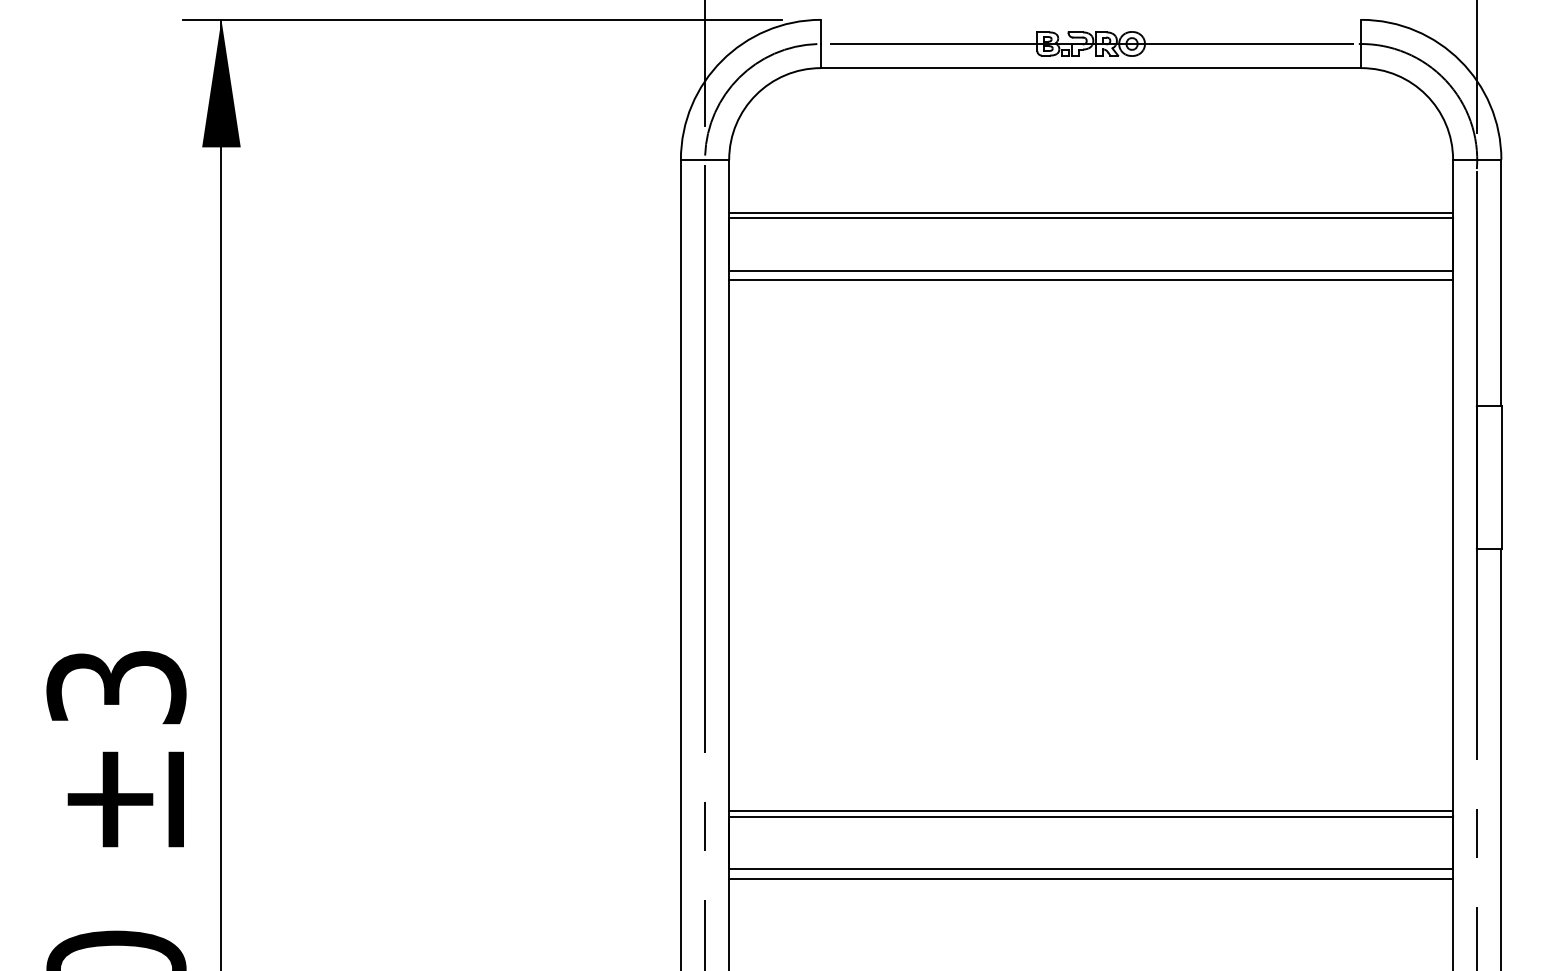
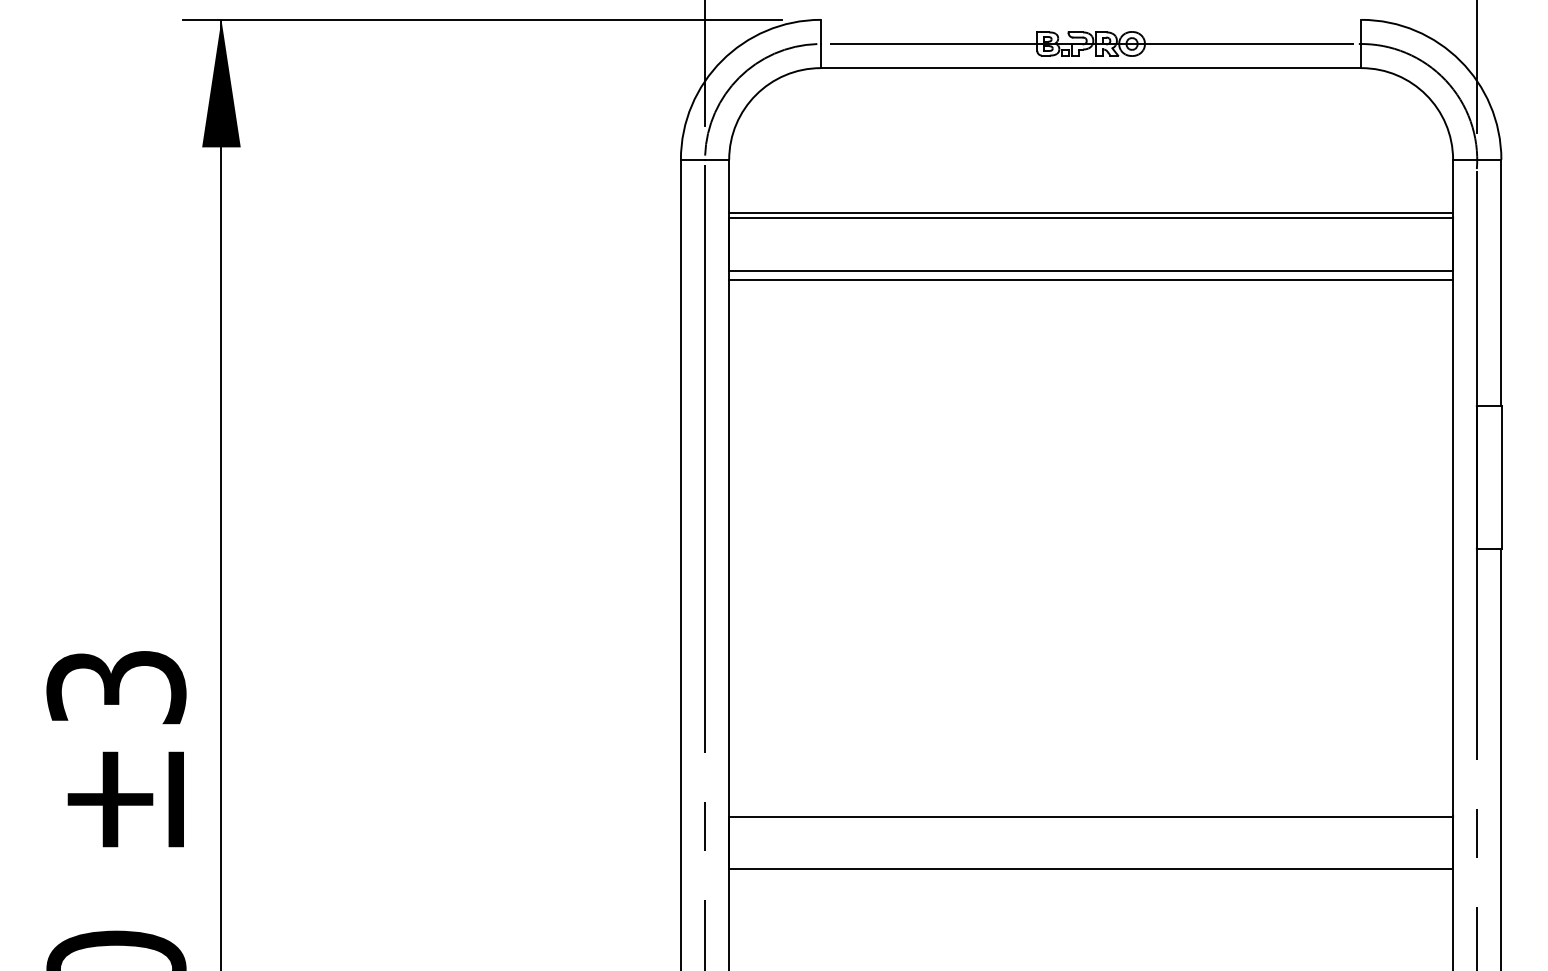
line at (1091, 811): present -> none
line at (1091, 878): present -> none
